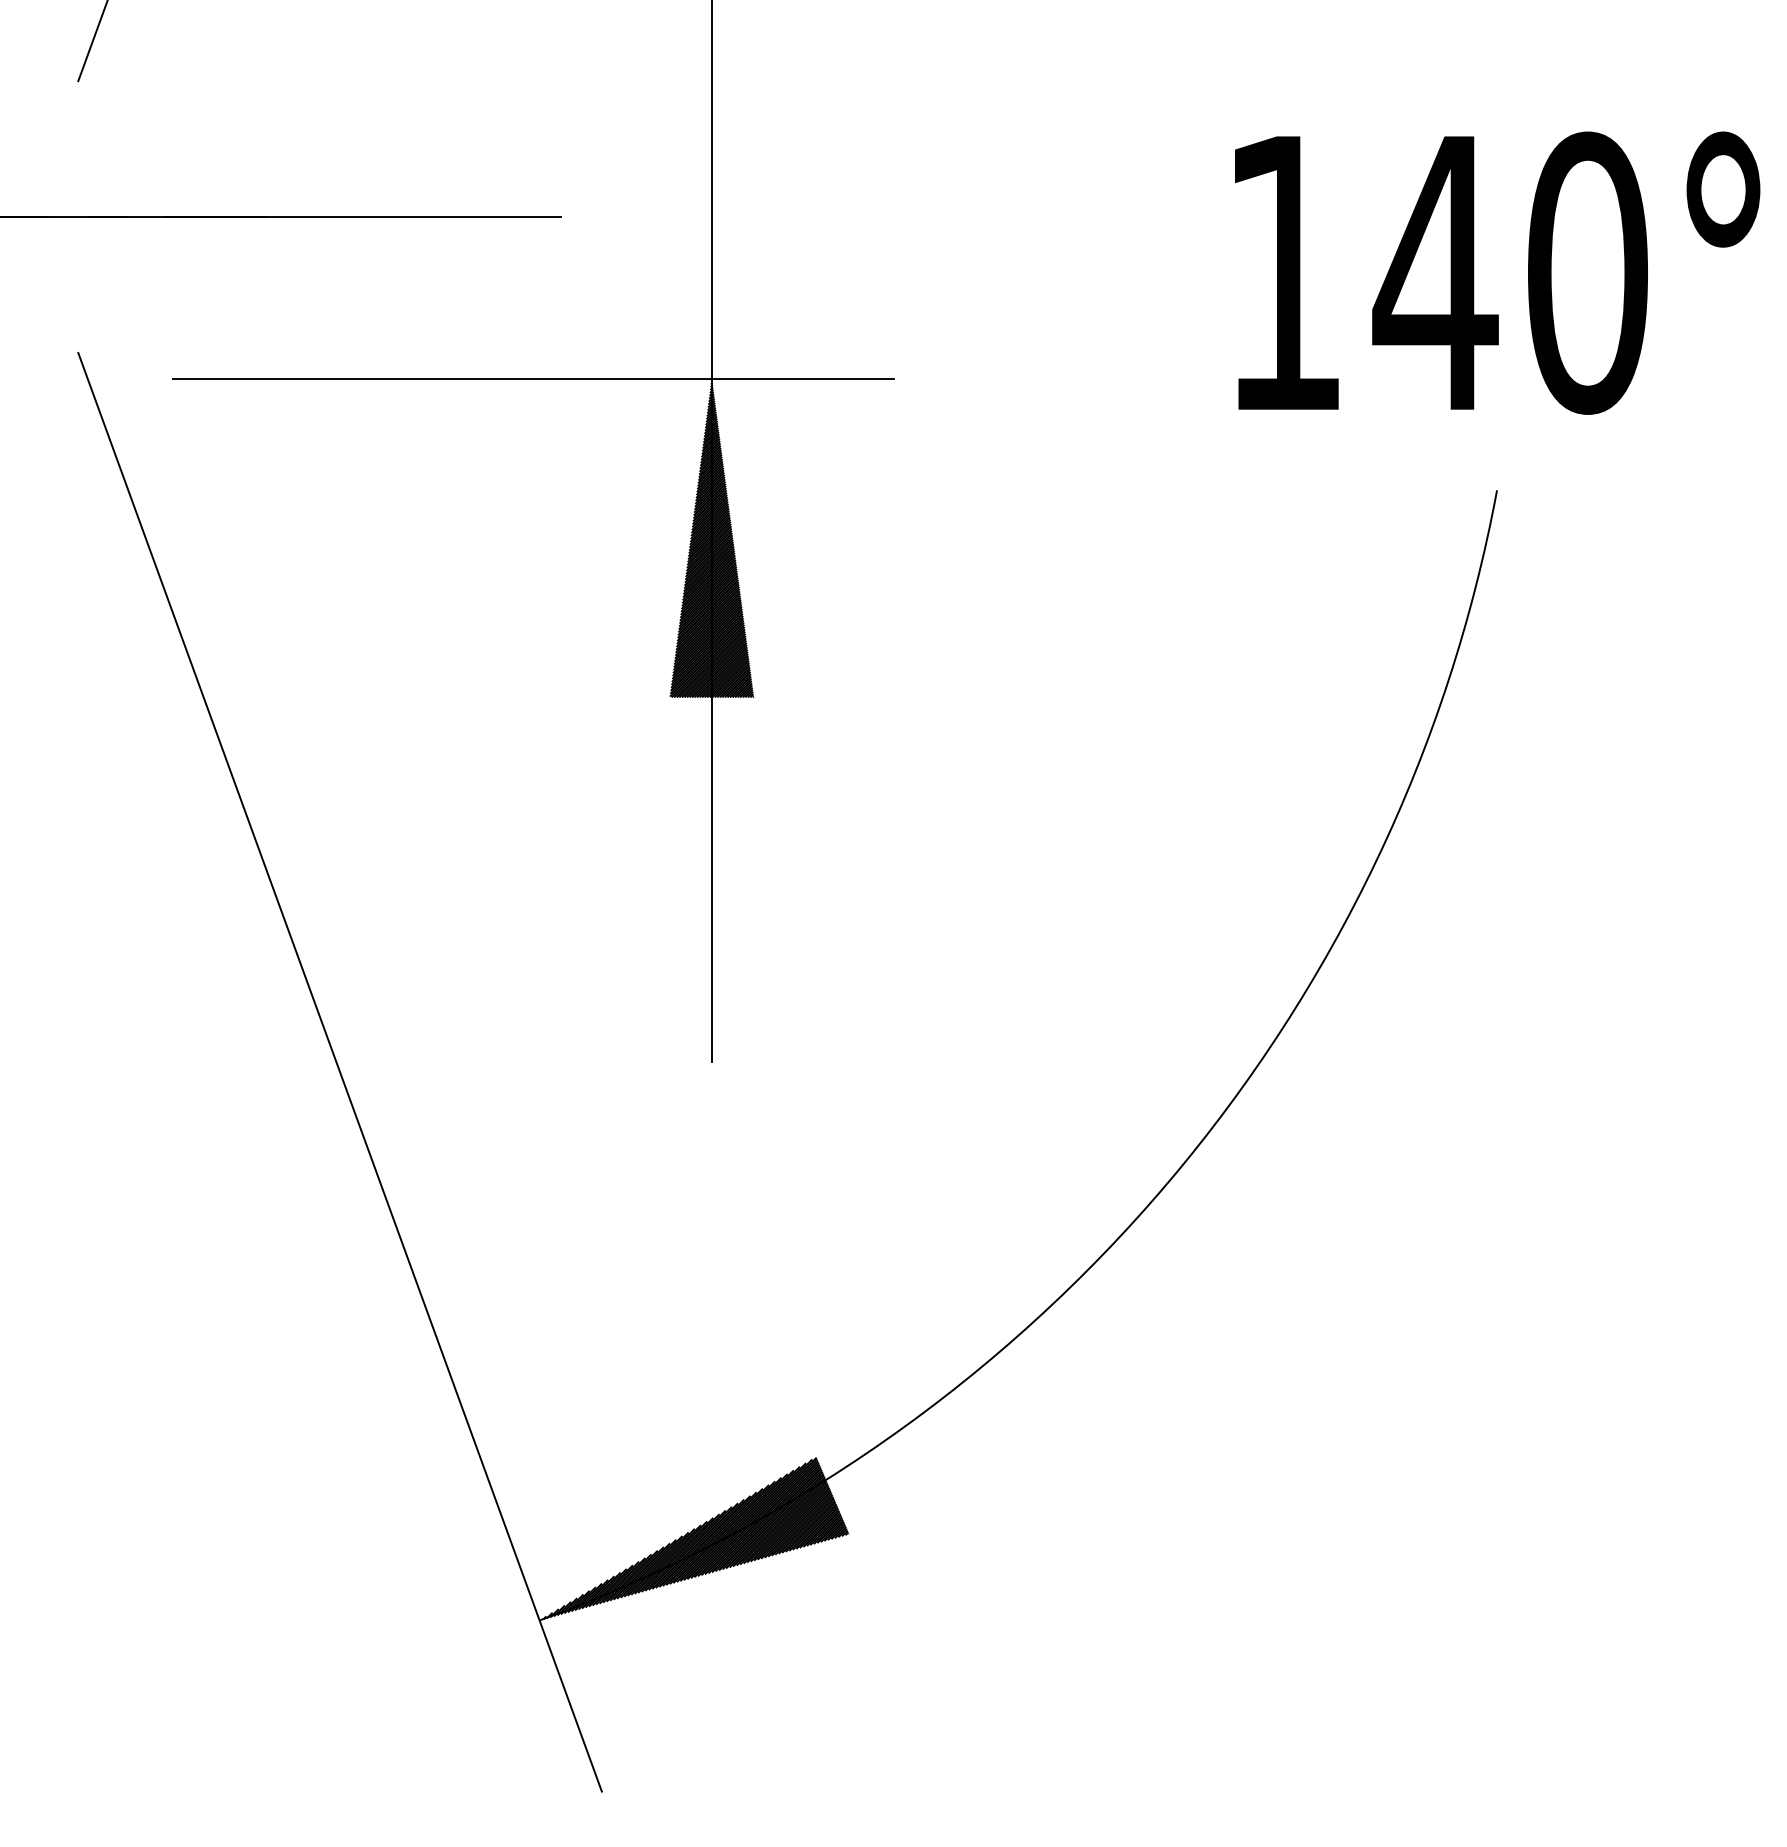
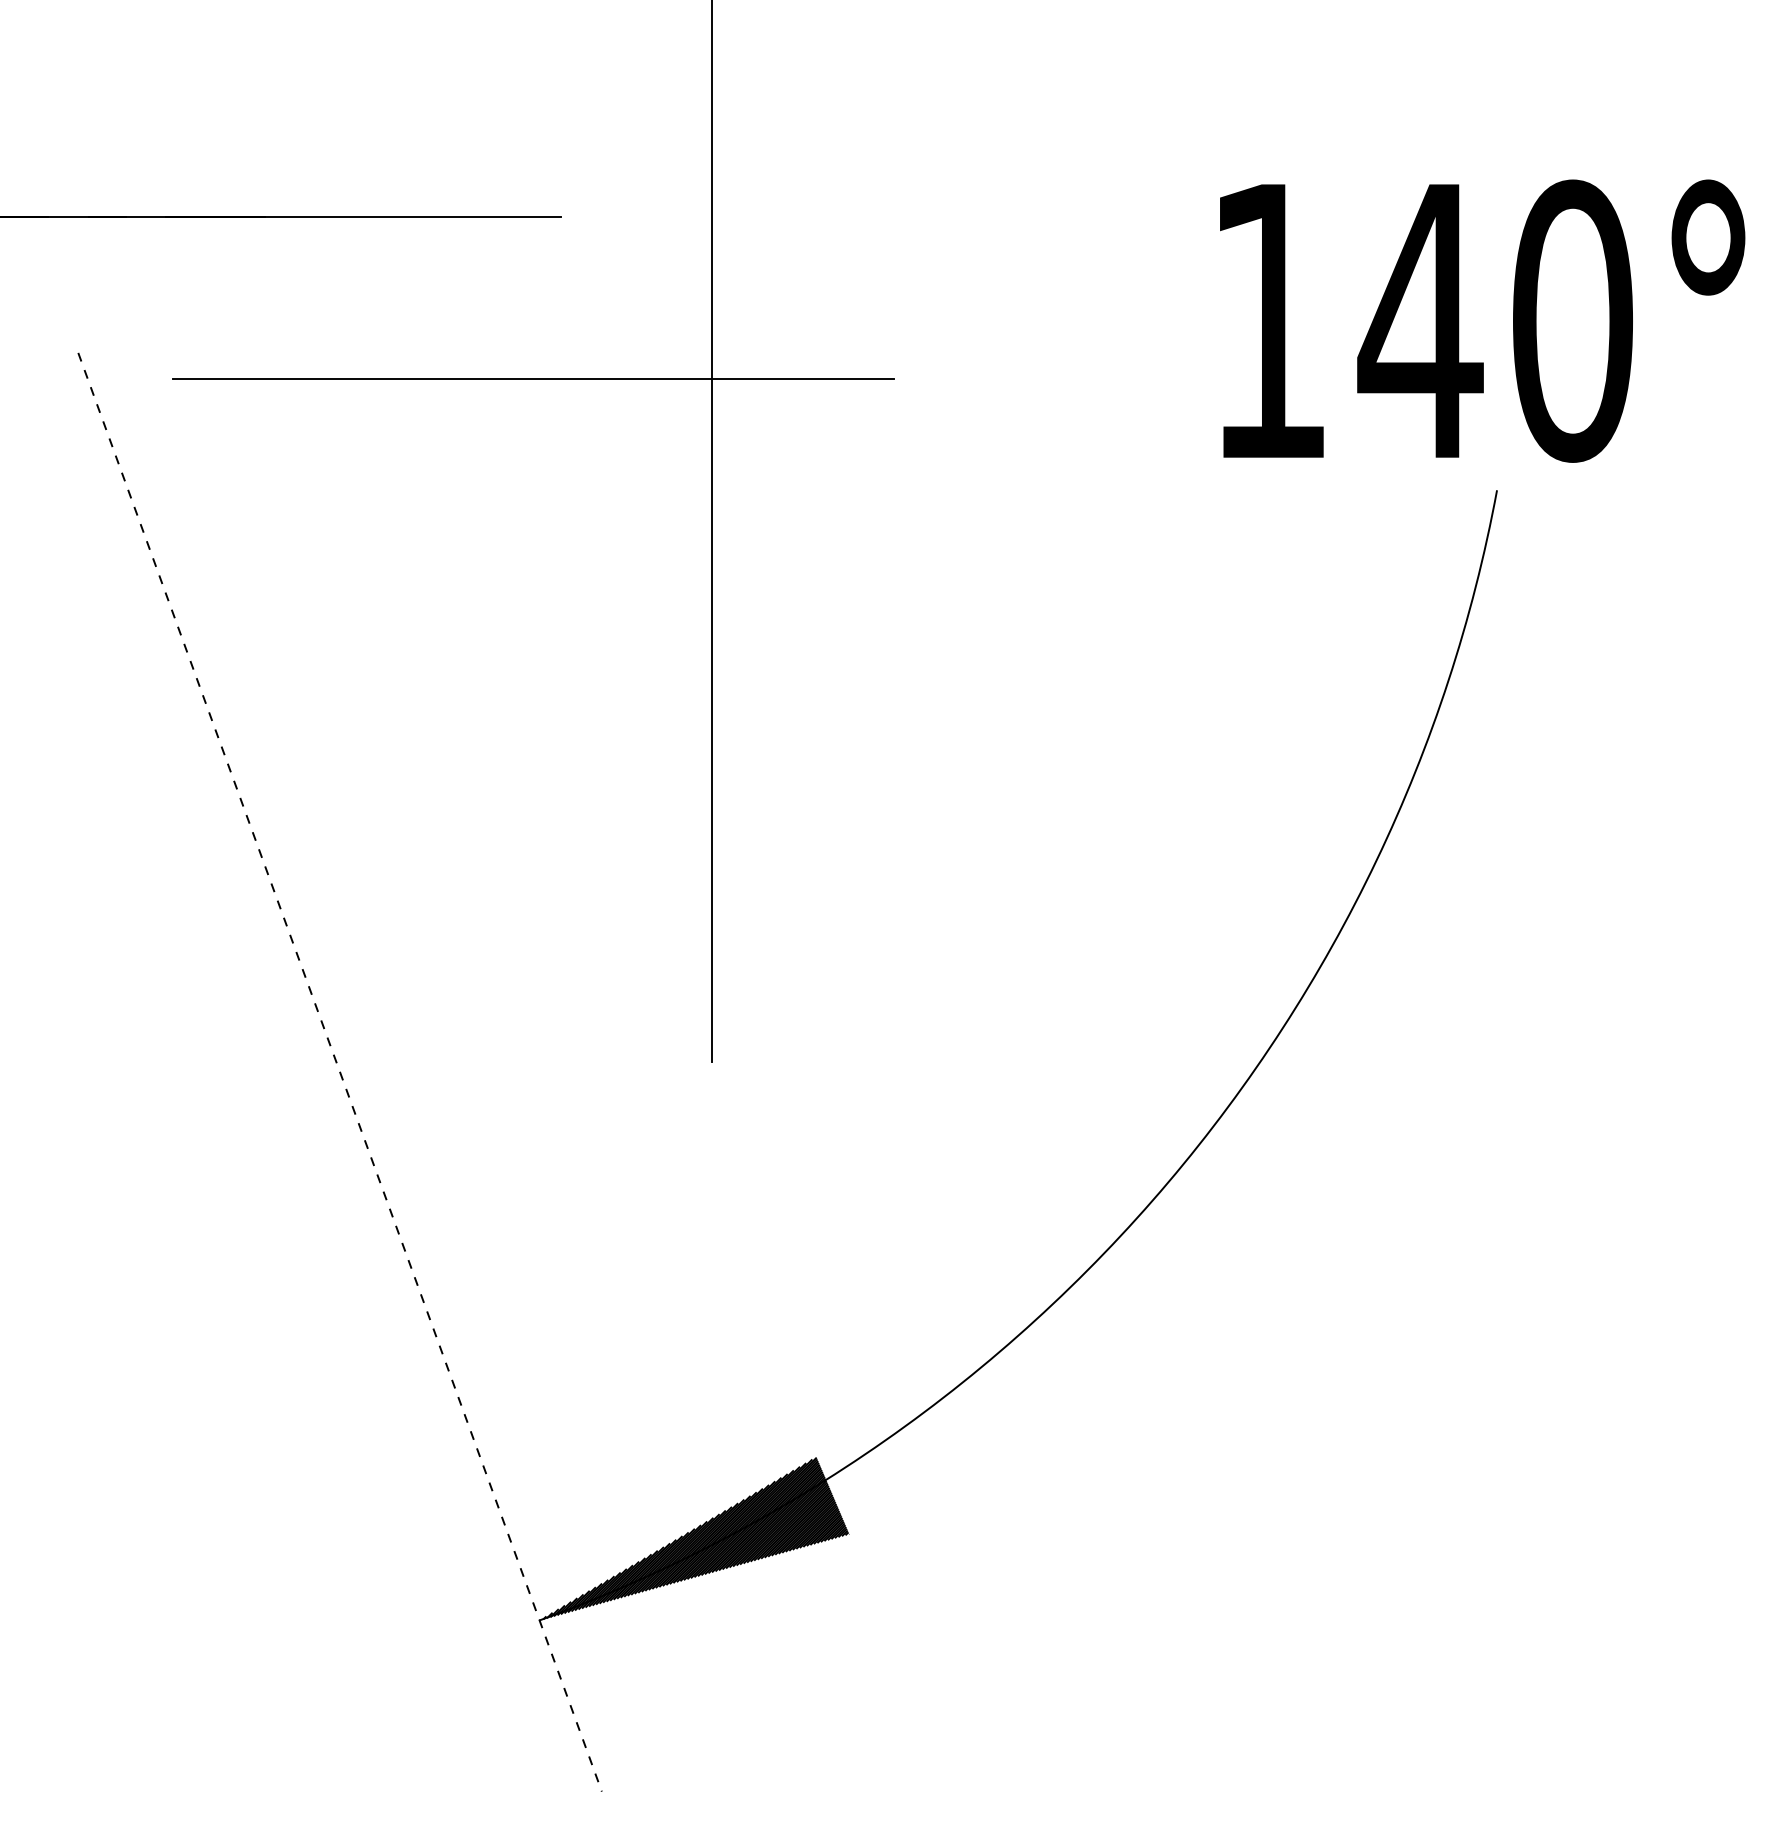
line at (92, 41): present -> none
text at (1497, 272) position: (1497, 272) -> (1482, 320)
hatch at (711, 538): present -> none
line at (340, 1072): solid -> dashed
